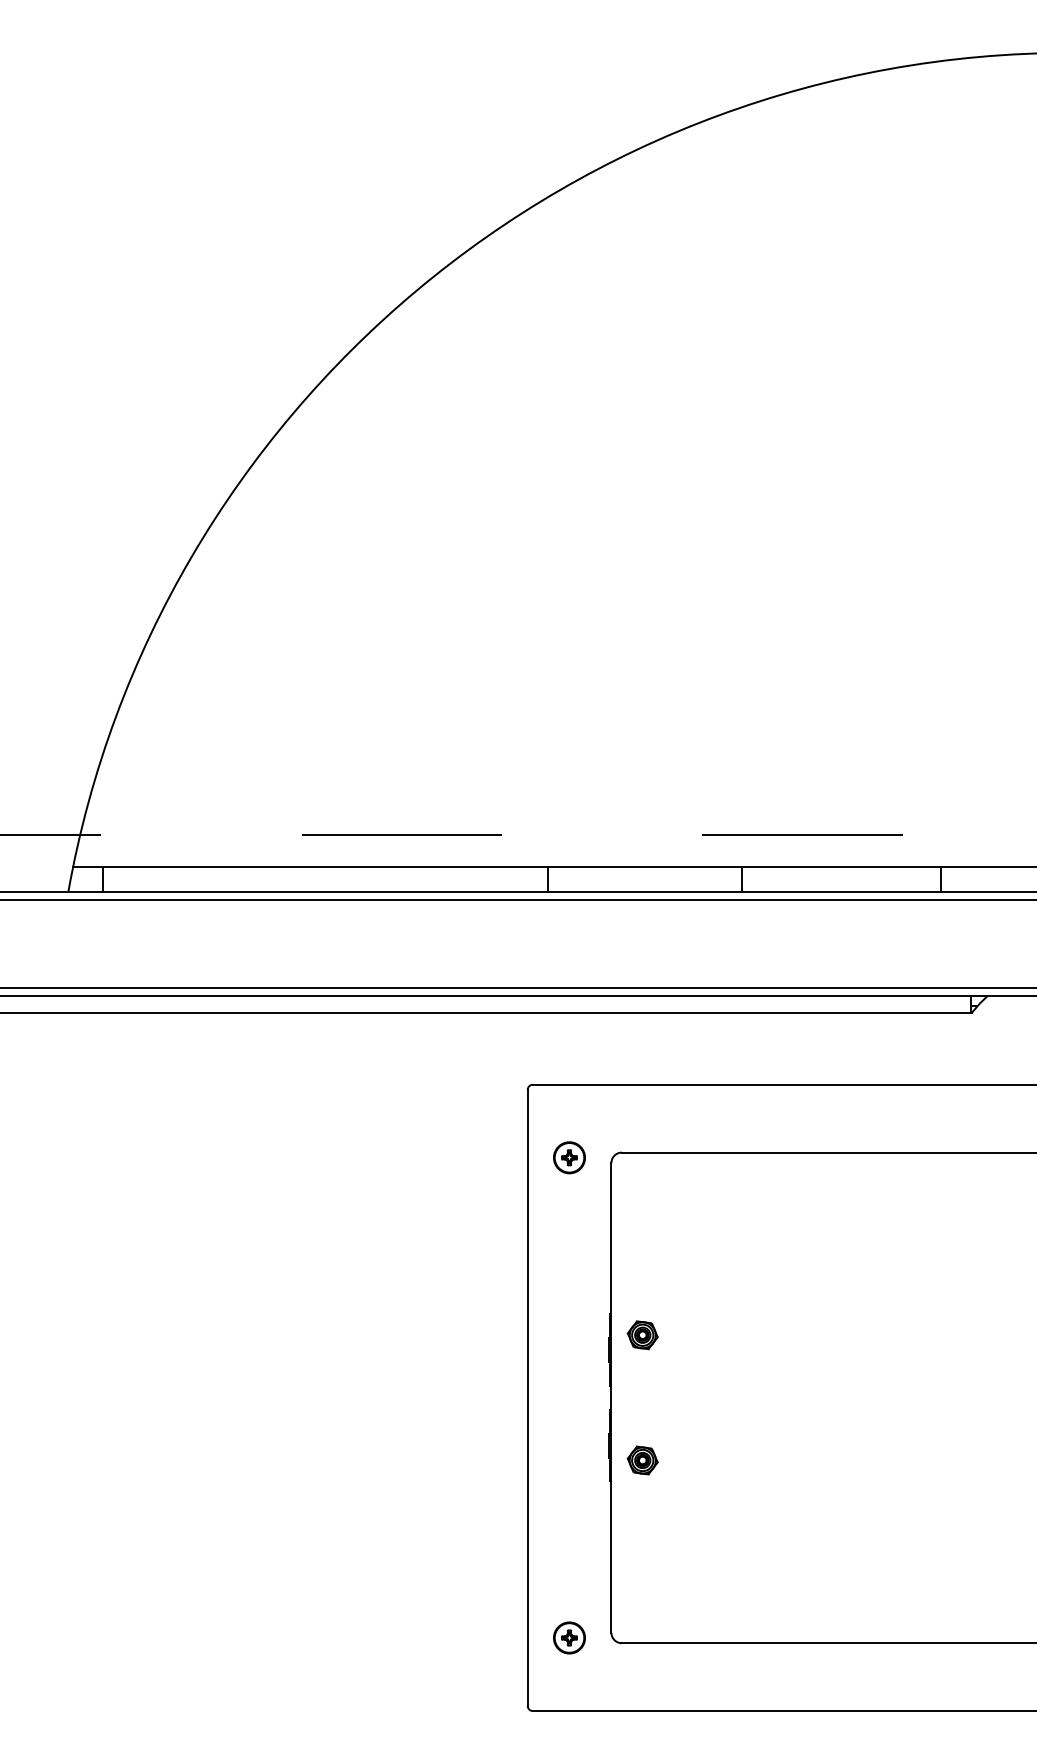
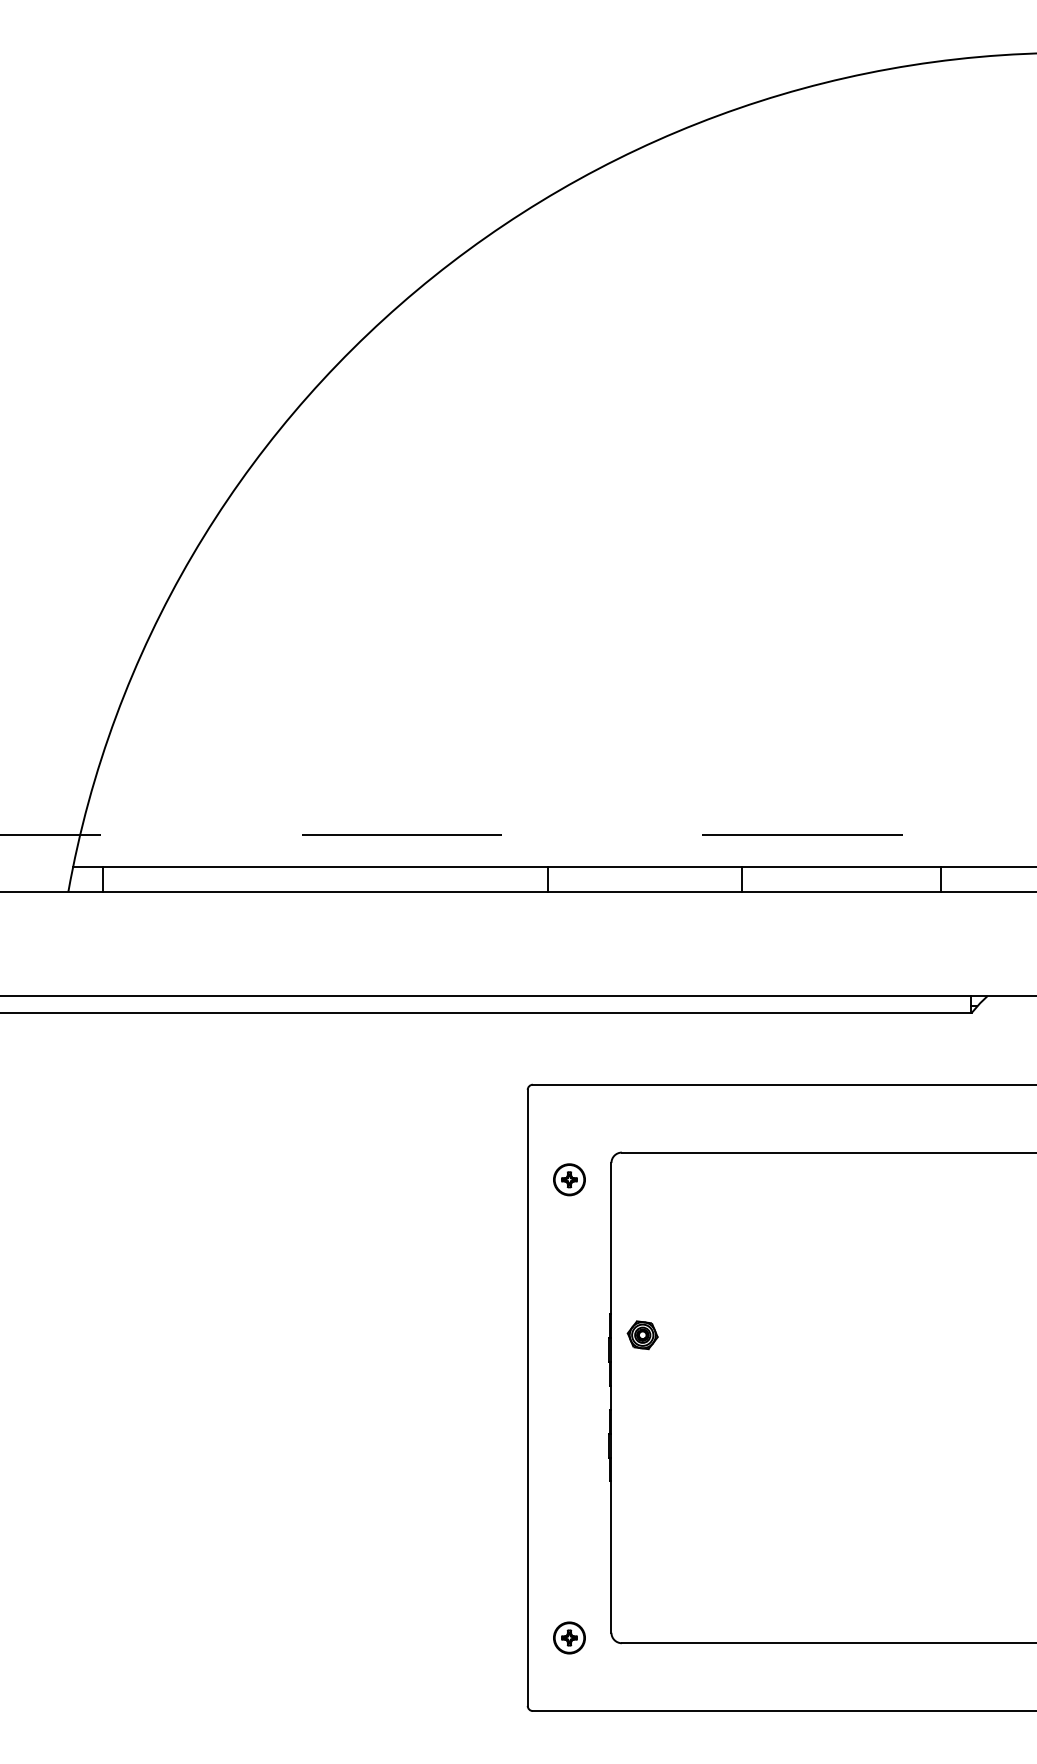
line at (517, 899): present -> none
line at (517, 987): present -> none
part at (569, 1157) position: (569, 1157) -> (569, 1179)
part at (642, 1460): present -> none
